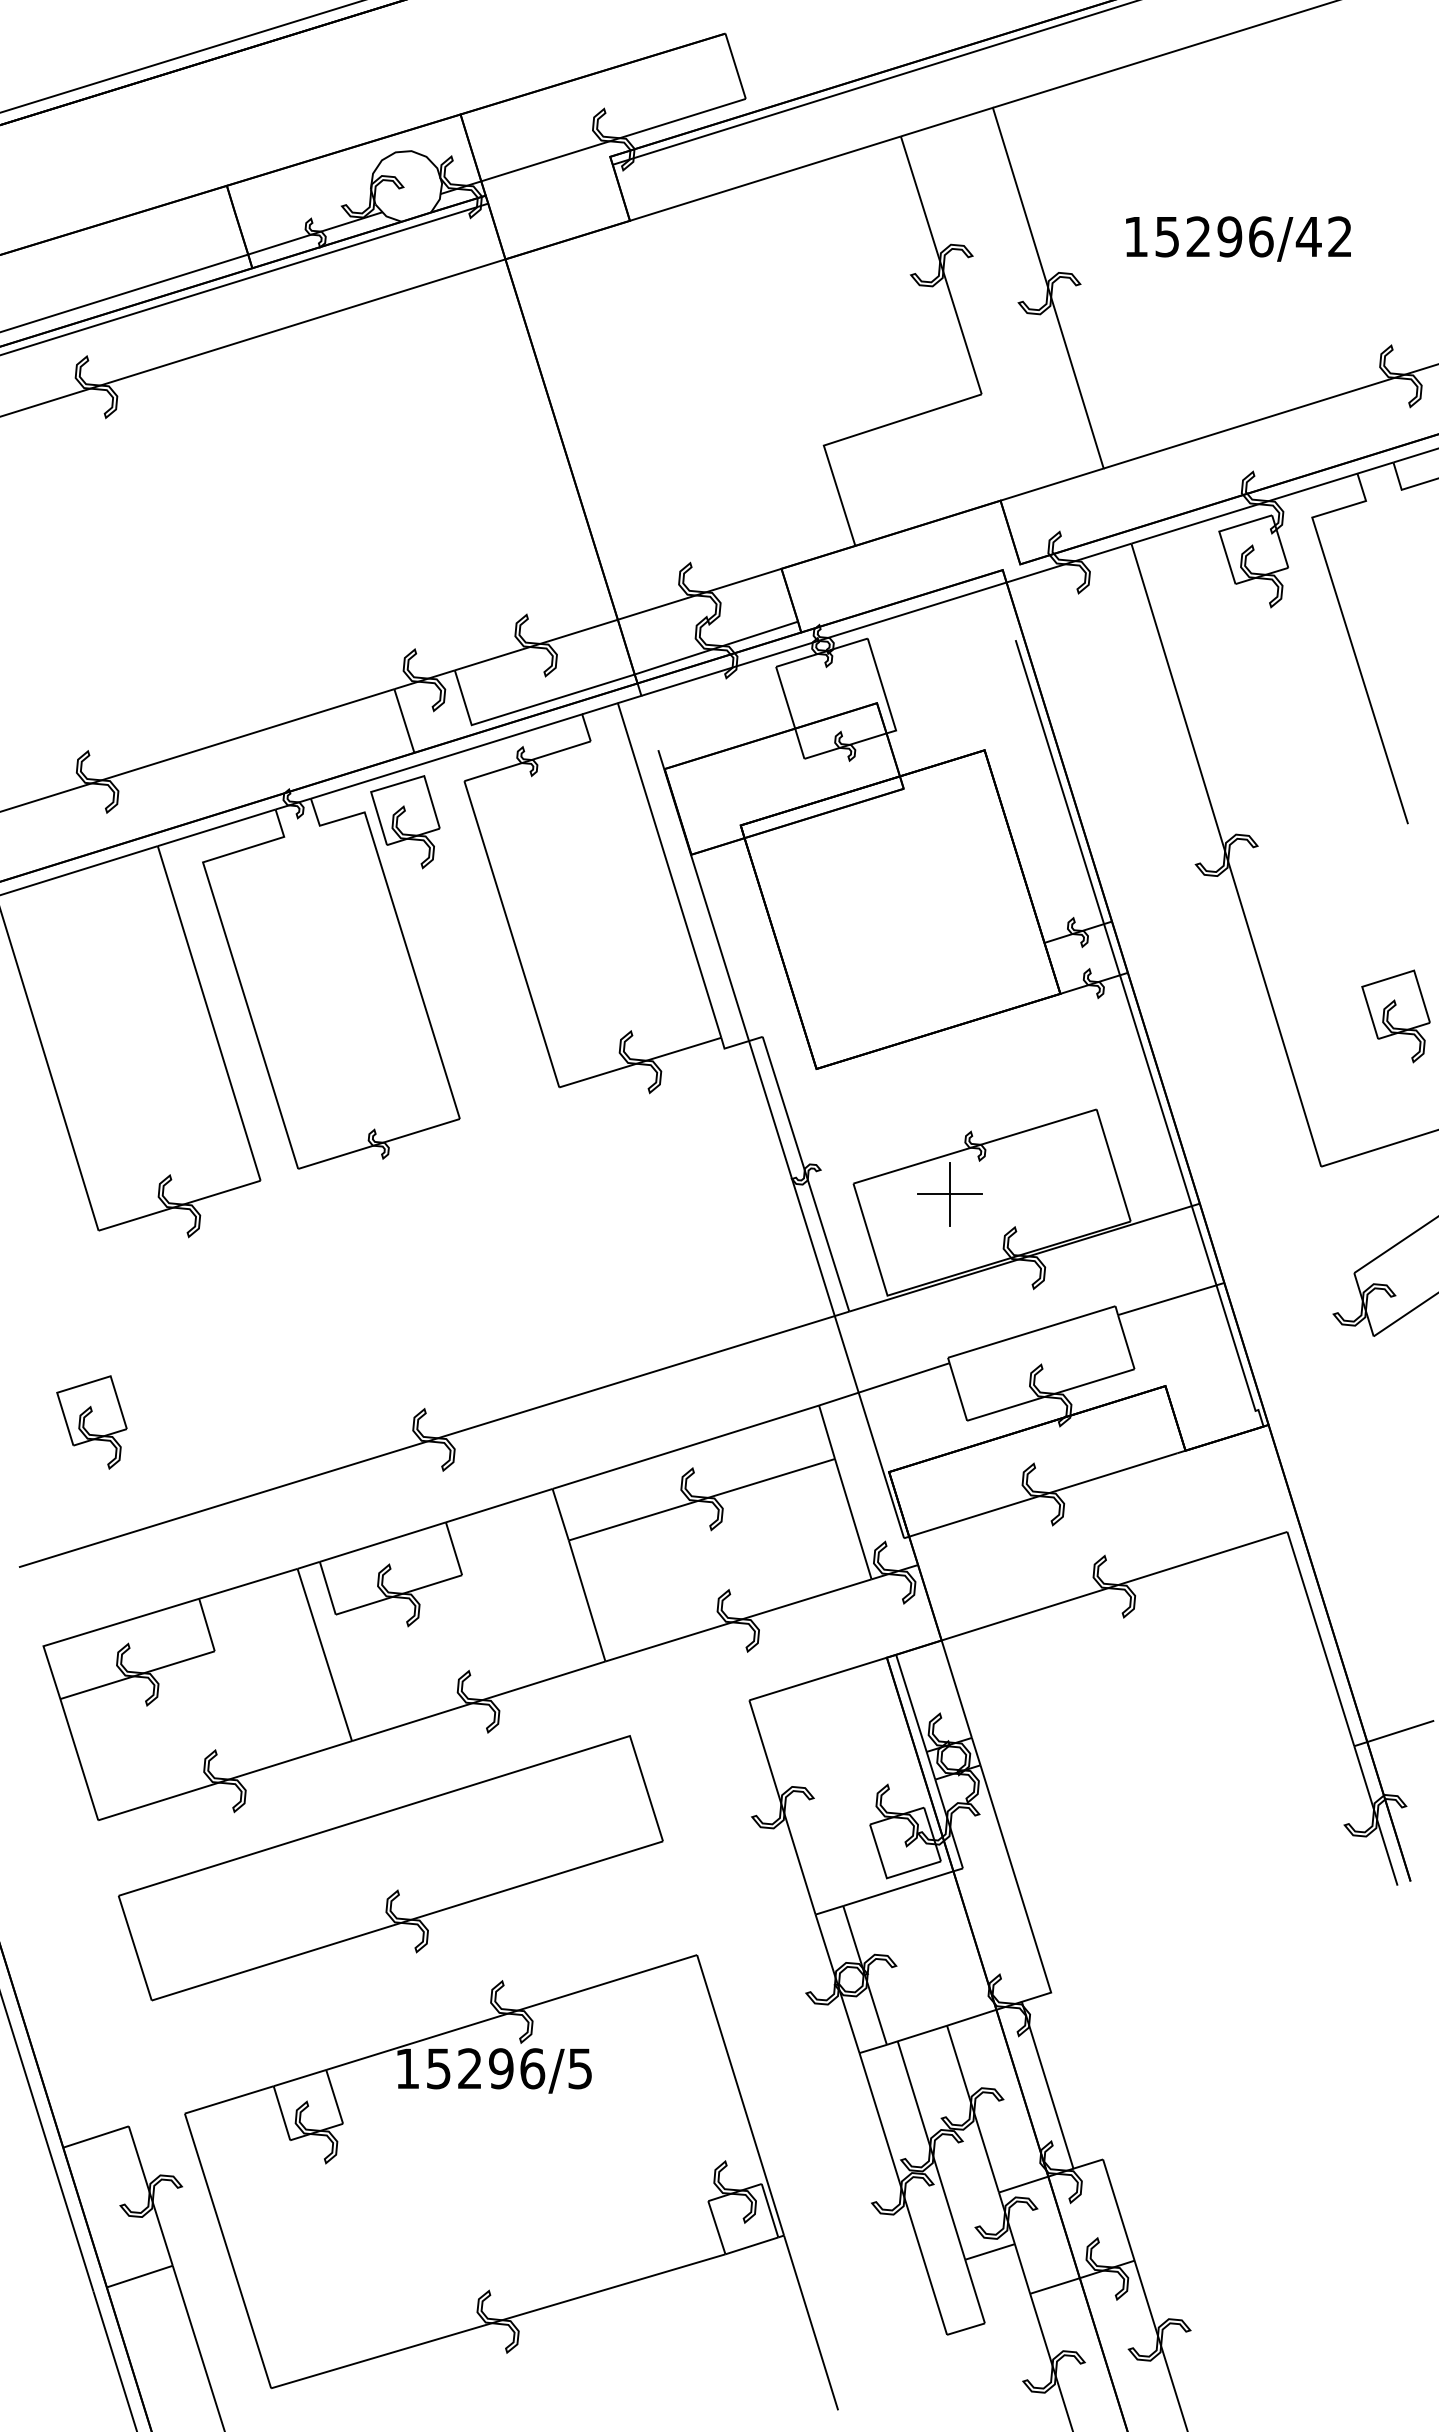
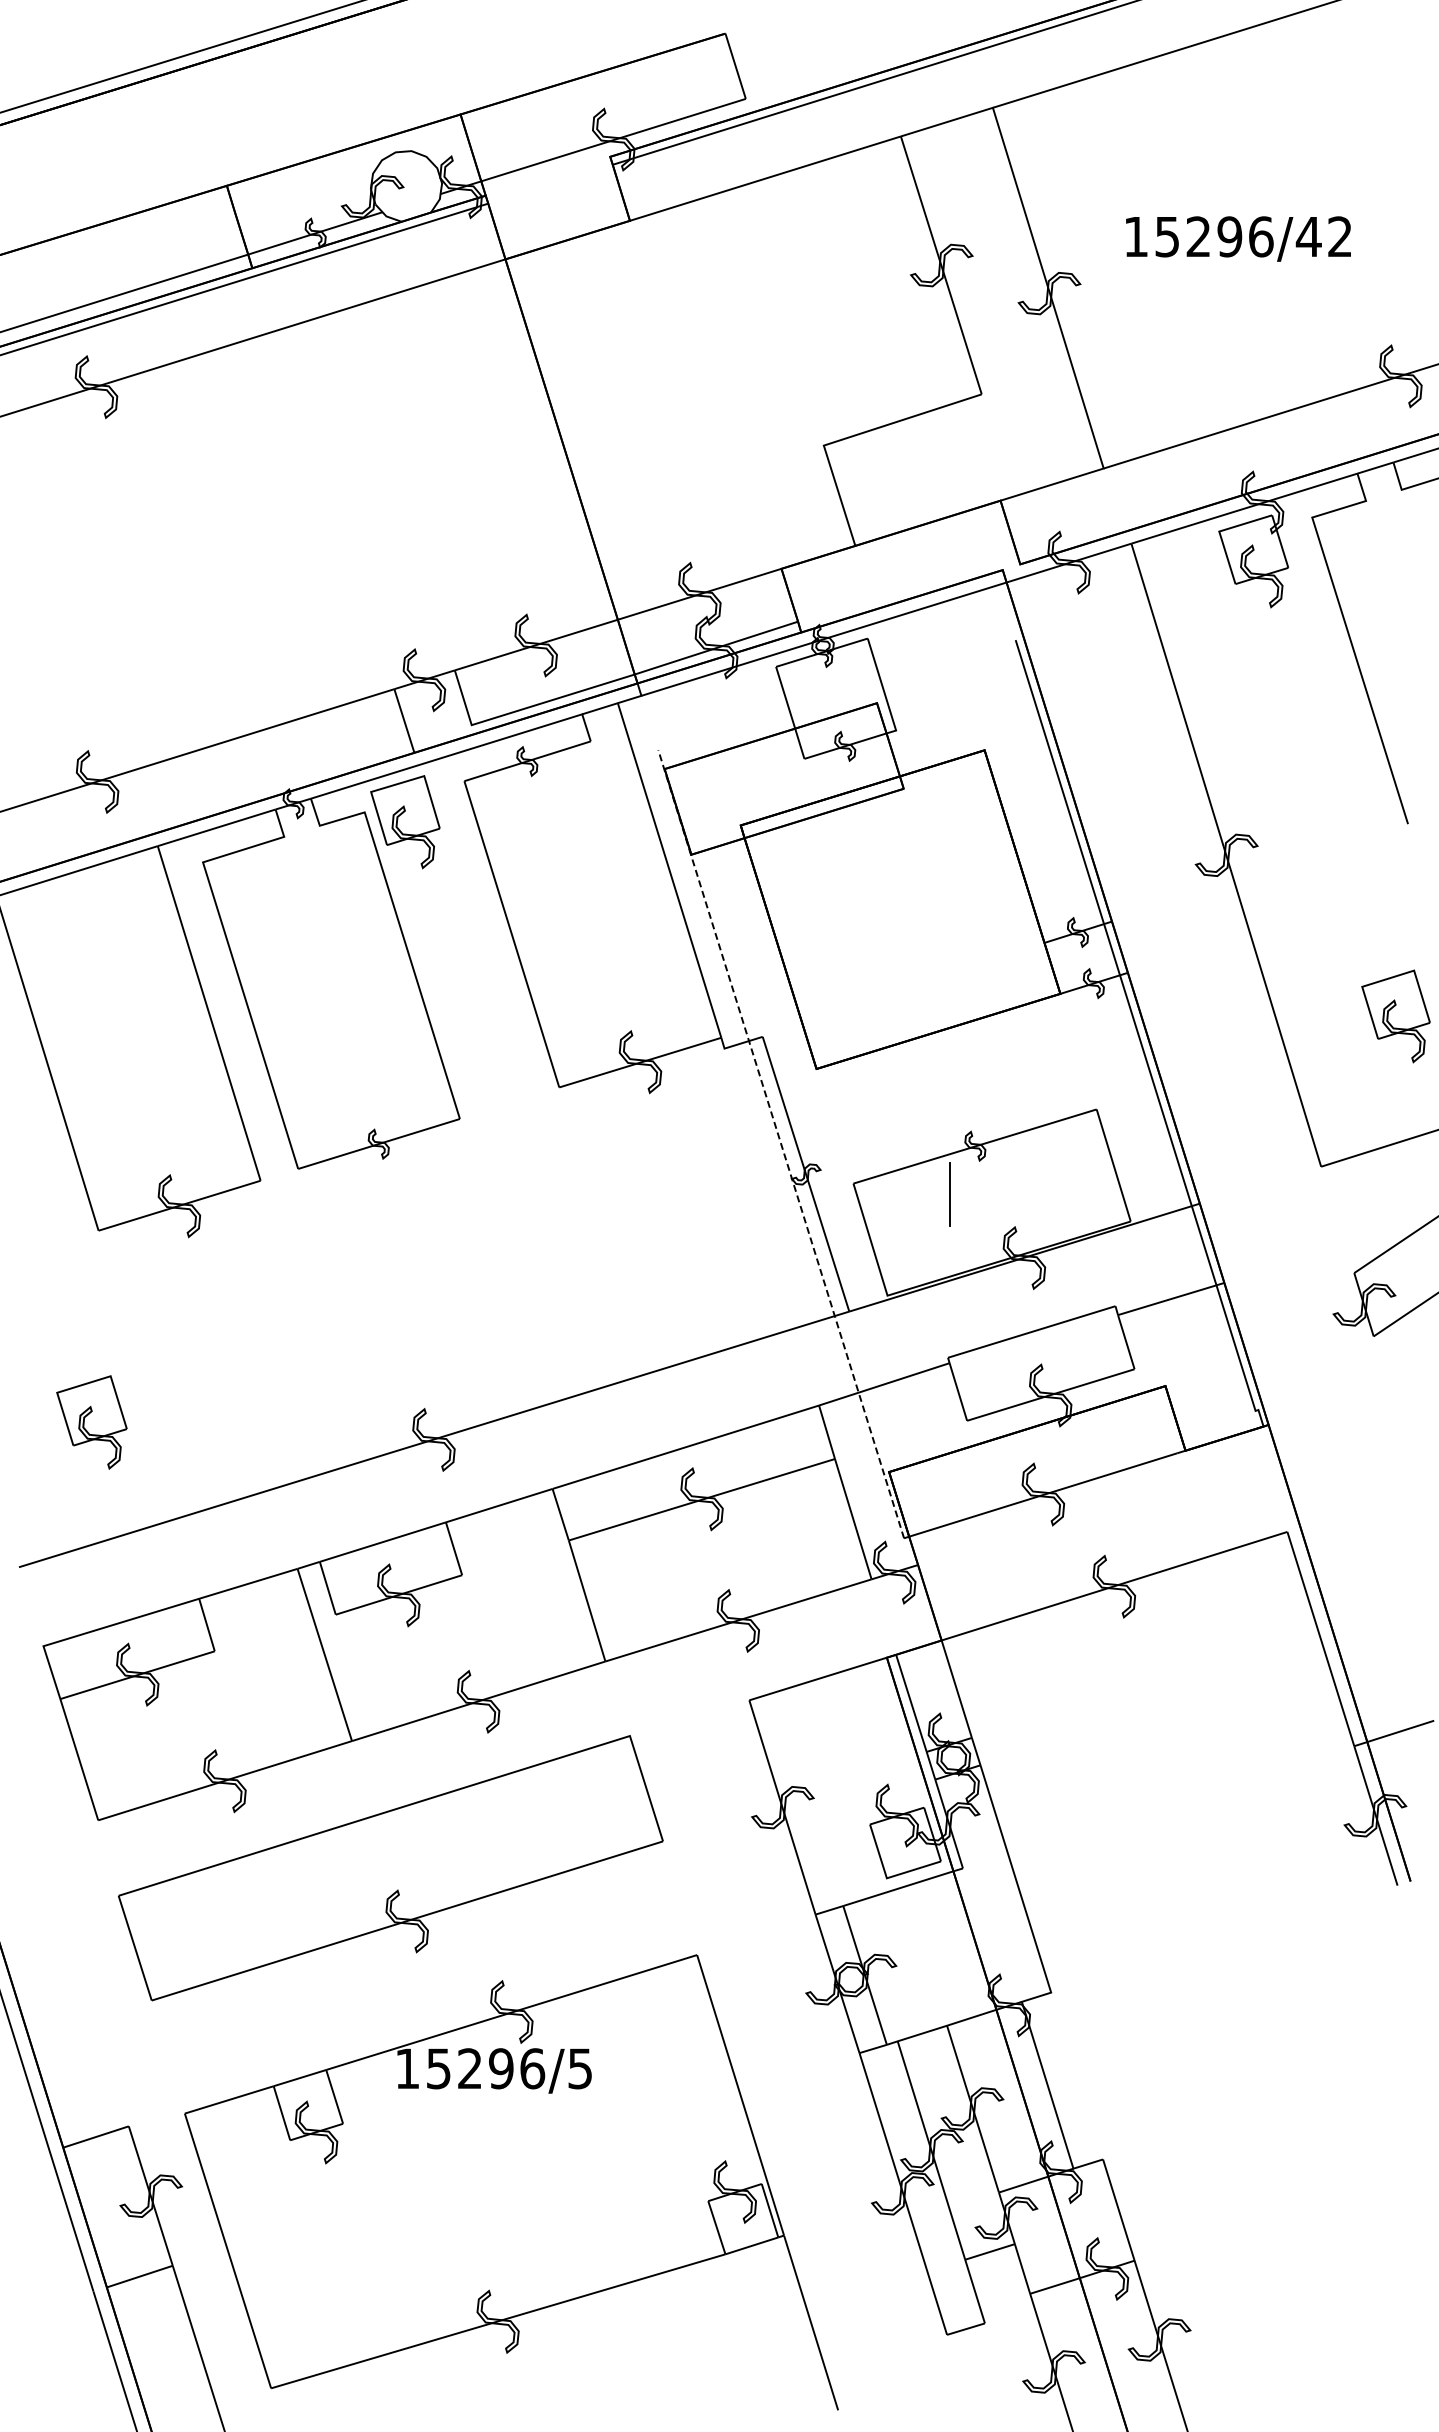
line at (781, 1144): solid -> dashed
line at (950, 1194): present -> none
